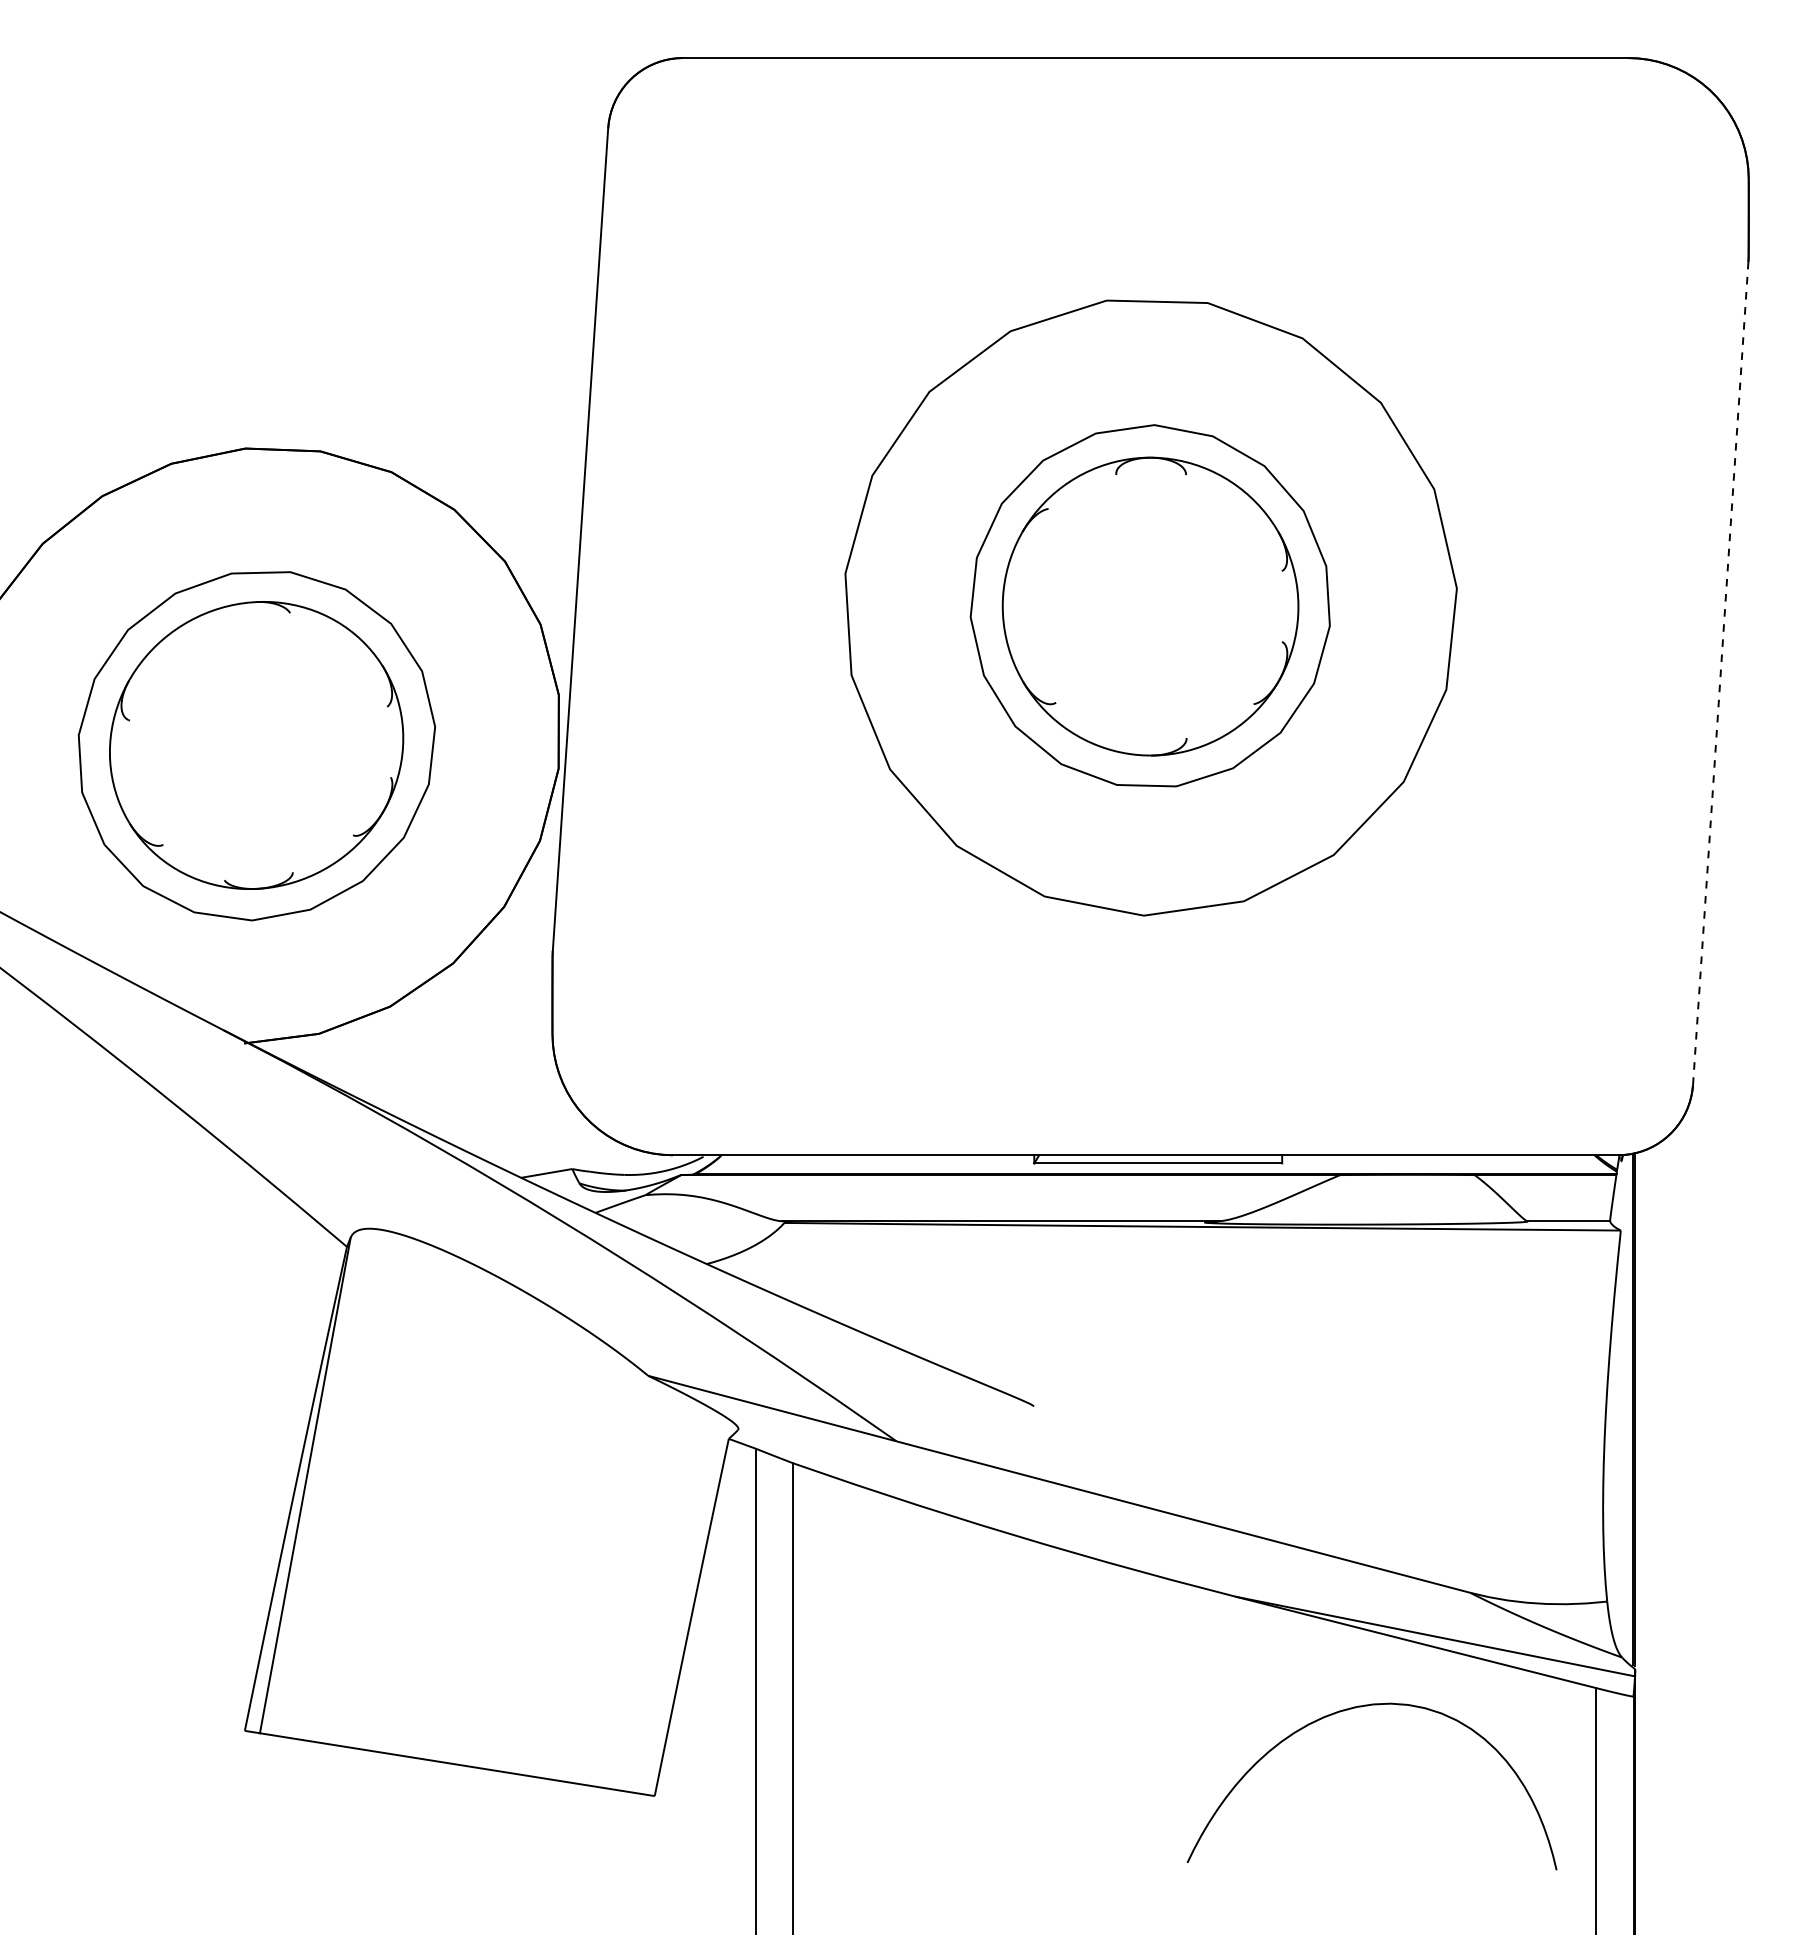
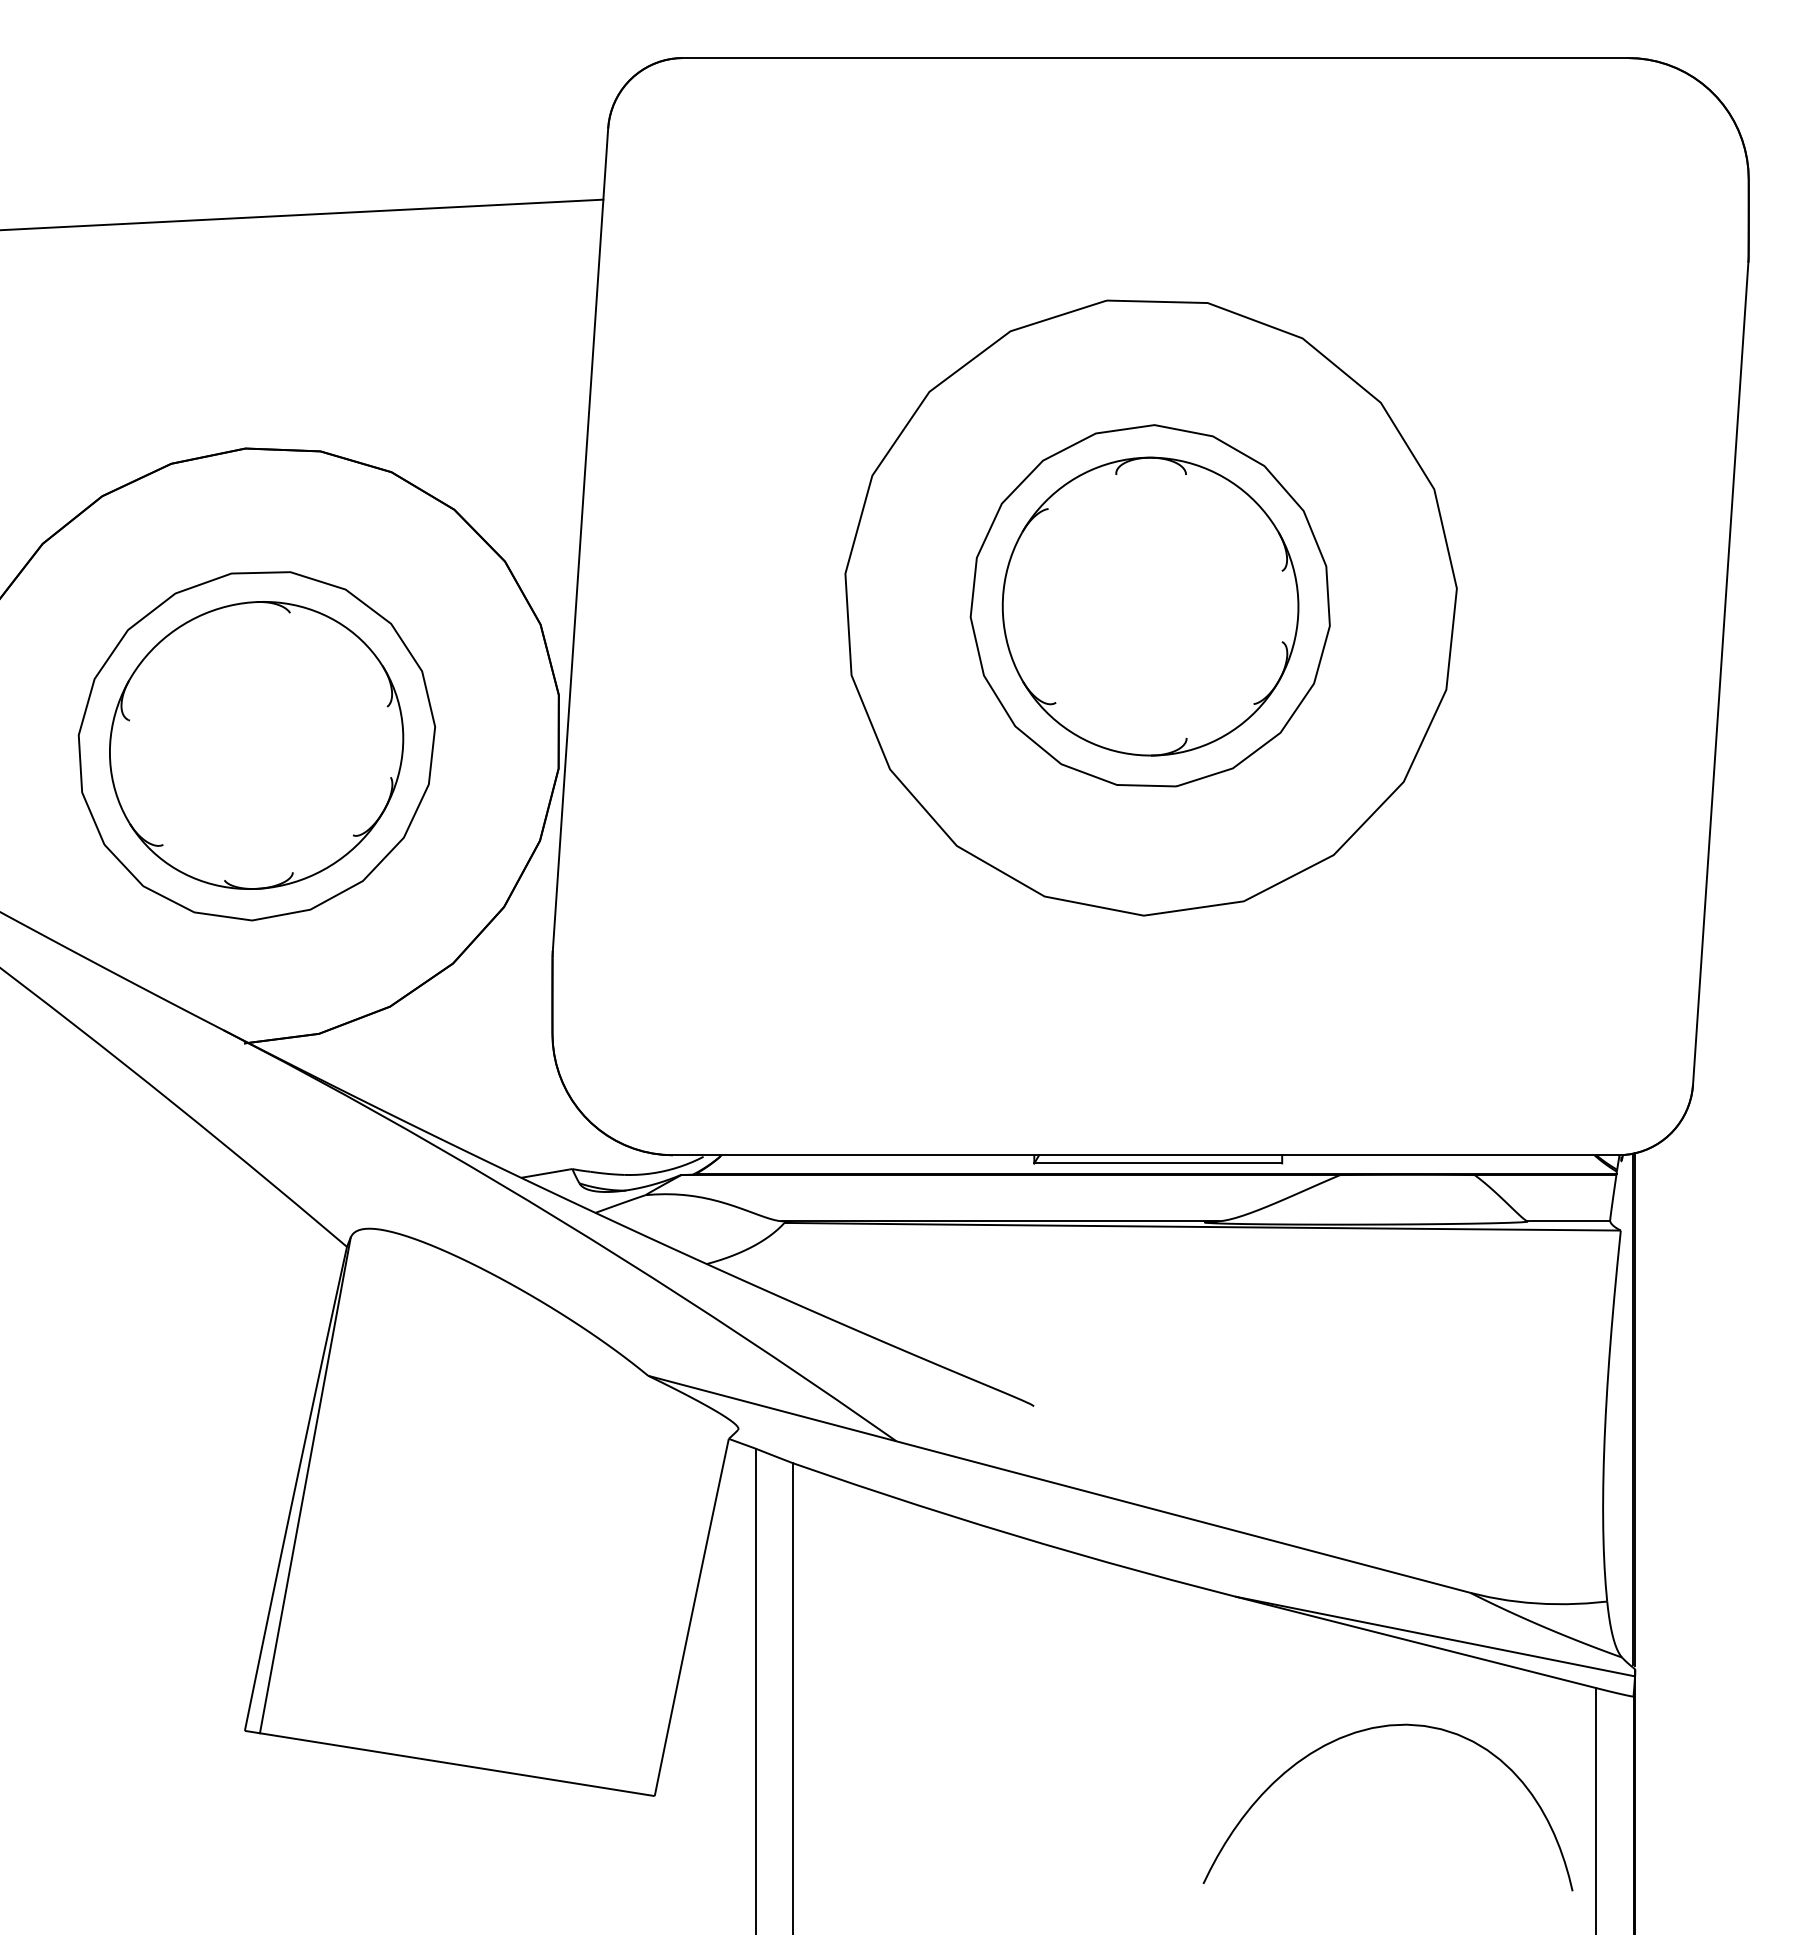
line at (302, 214): none -> present
line at (1720, 673): dashed -> solid
curve at (1348, 1710) position: (1348, 1710) -> (1364, 1731)
